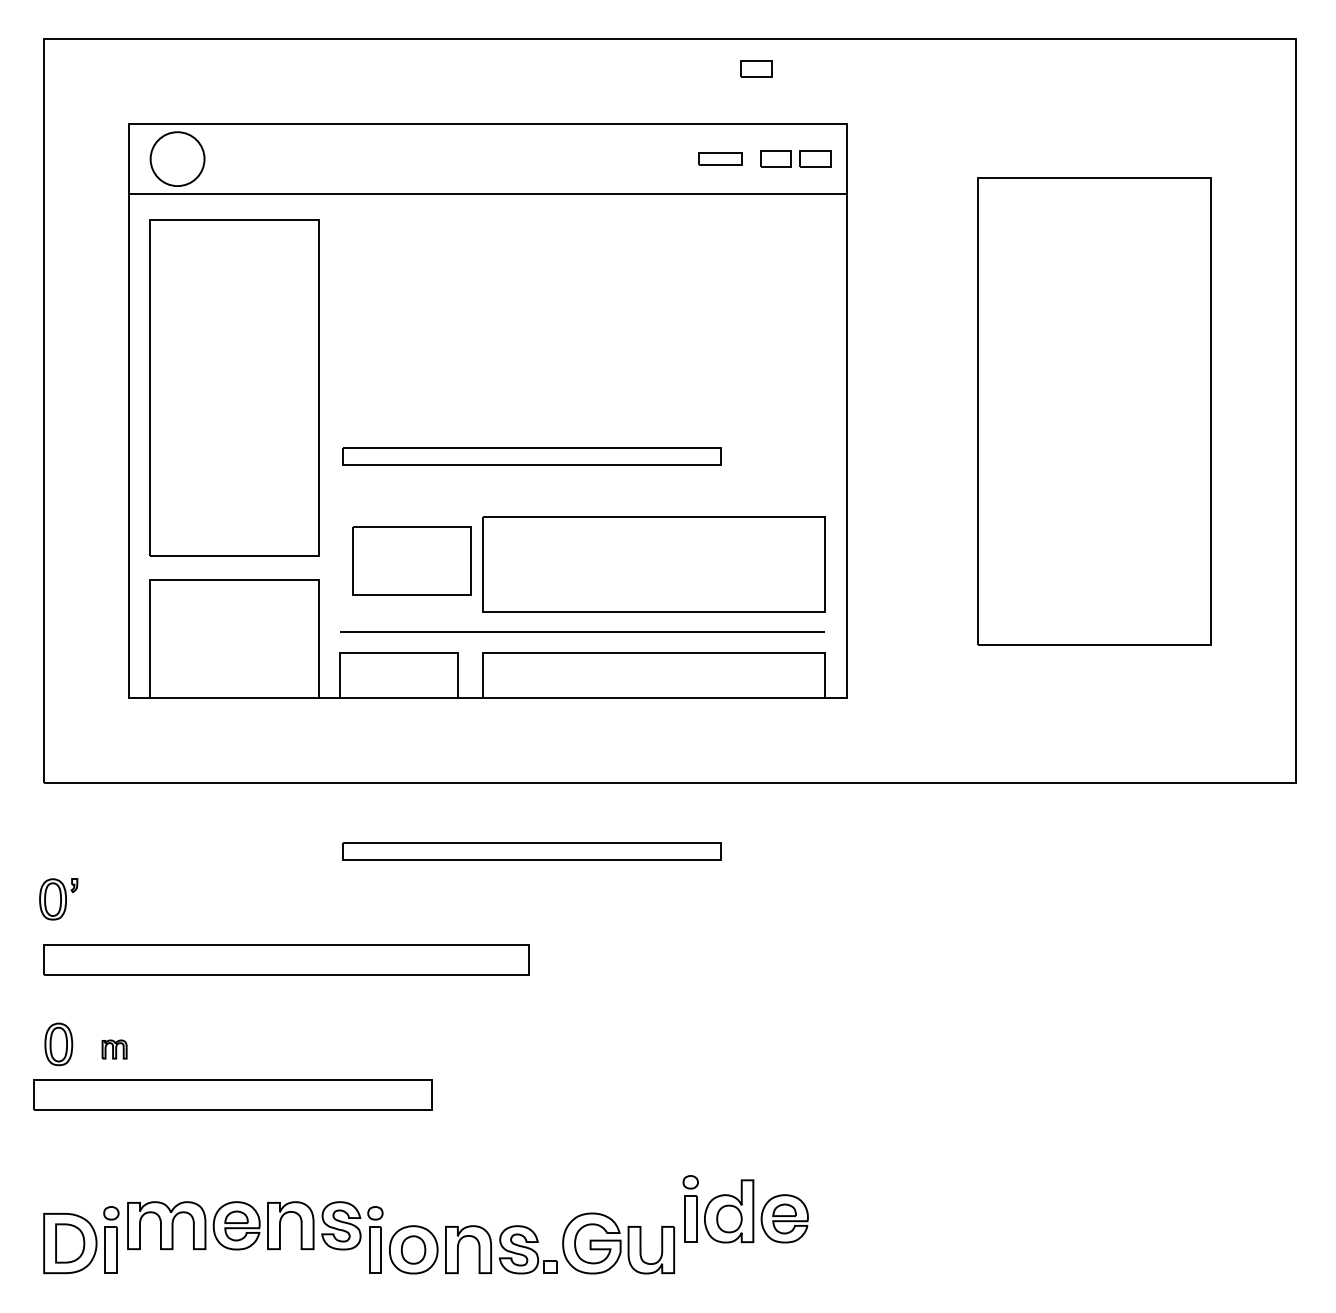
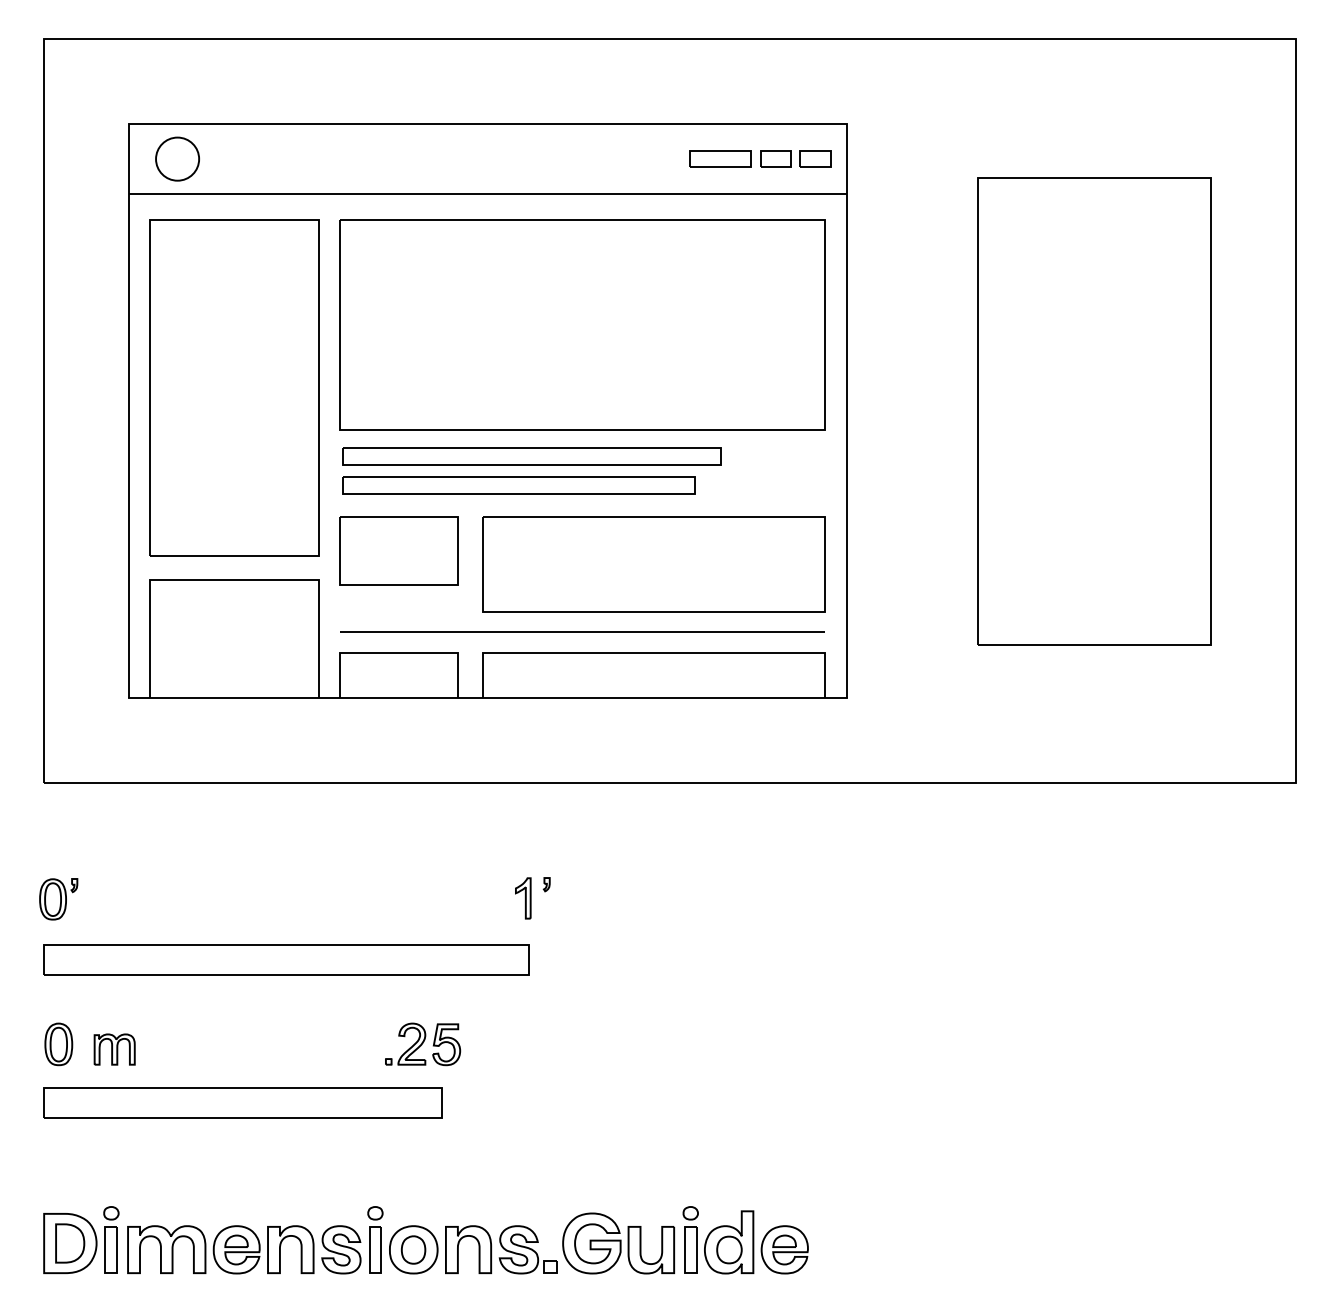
part at (756, 68): present -> none
part at (720, 158) size: 45x14 px -> 63x18 px
circle at (177, 159) diameter: 54 px -> 43 px
part at (582, 324): none -> present
part at (518, 485): none -> present
part at (411, 560) position: (411, 560) -> (398, 550)
part at (531, 851): present -> none
part at (546, 884): none -> present
part at (523, 898): none -> present
part at (423, 1044): none -> present
part at (114, 1049) size: 27x21 px -> 43x33 px
part at (232, 1094) position: (232, 1094) -> (242, 1102)
part at (745, 1209) position: (745, 1209) -> (745, 1240)
part at (244, 1225) position: (244, 1225) -> (244, 1249)
